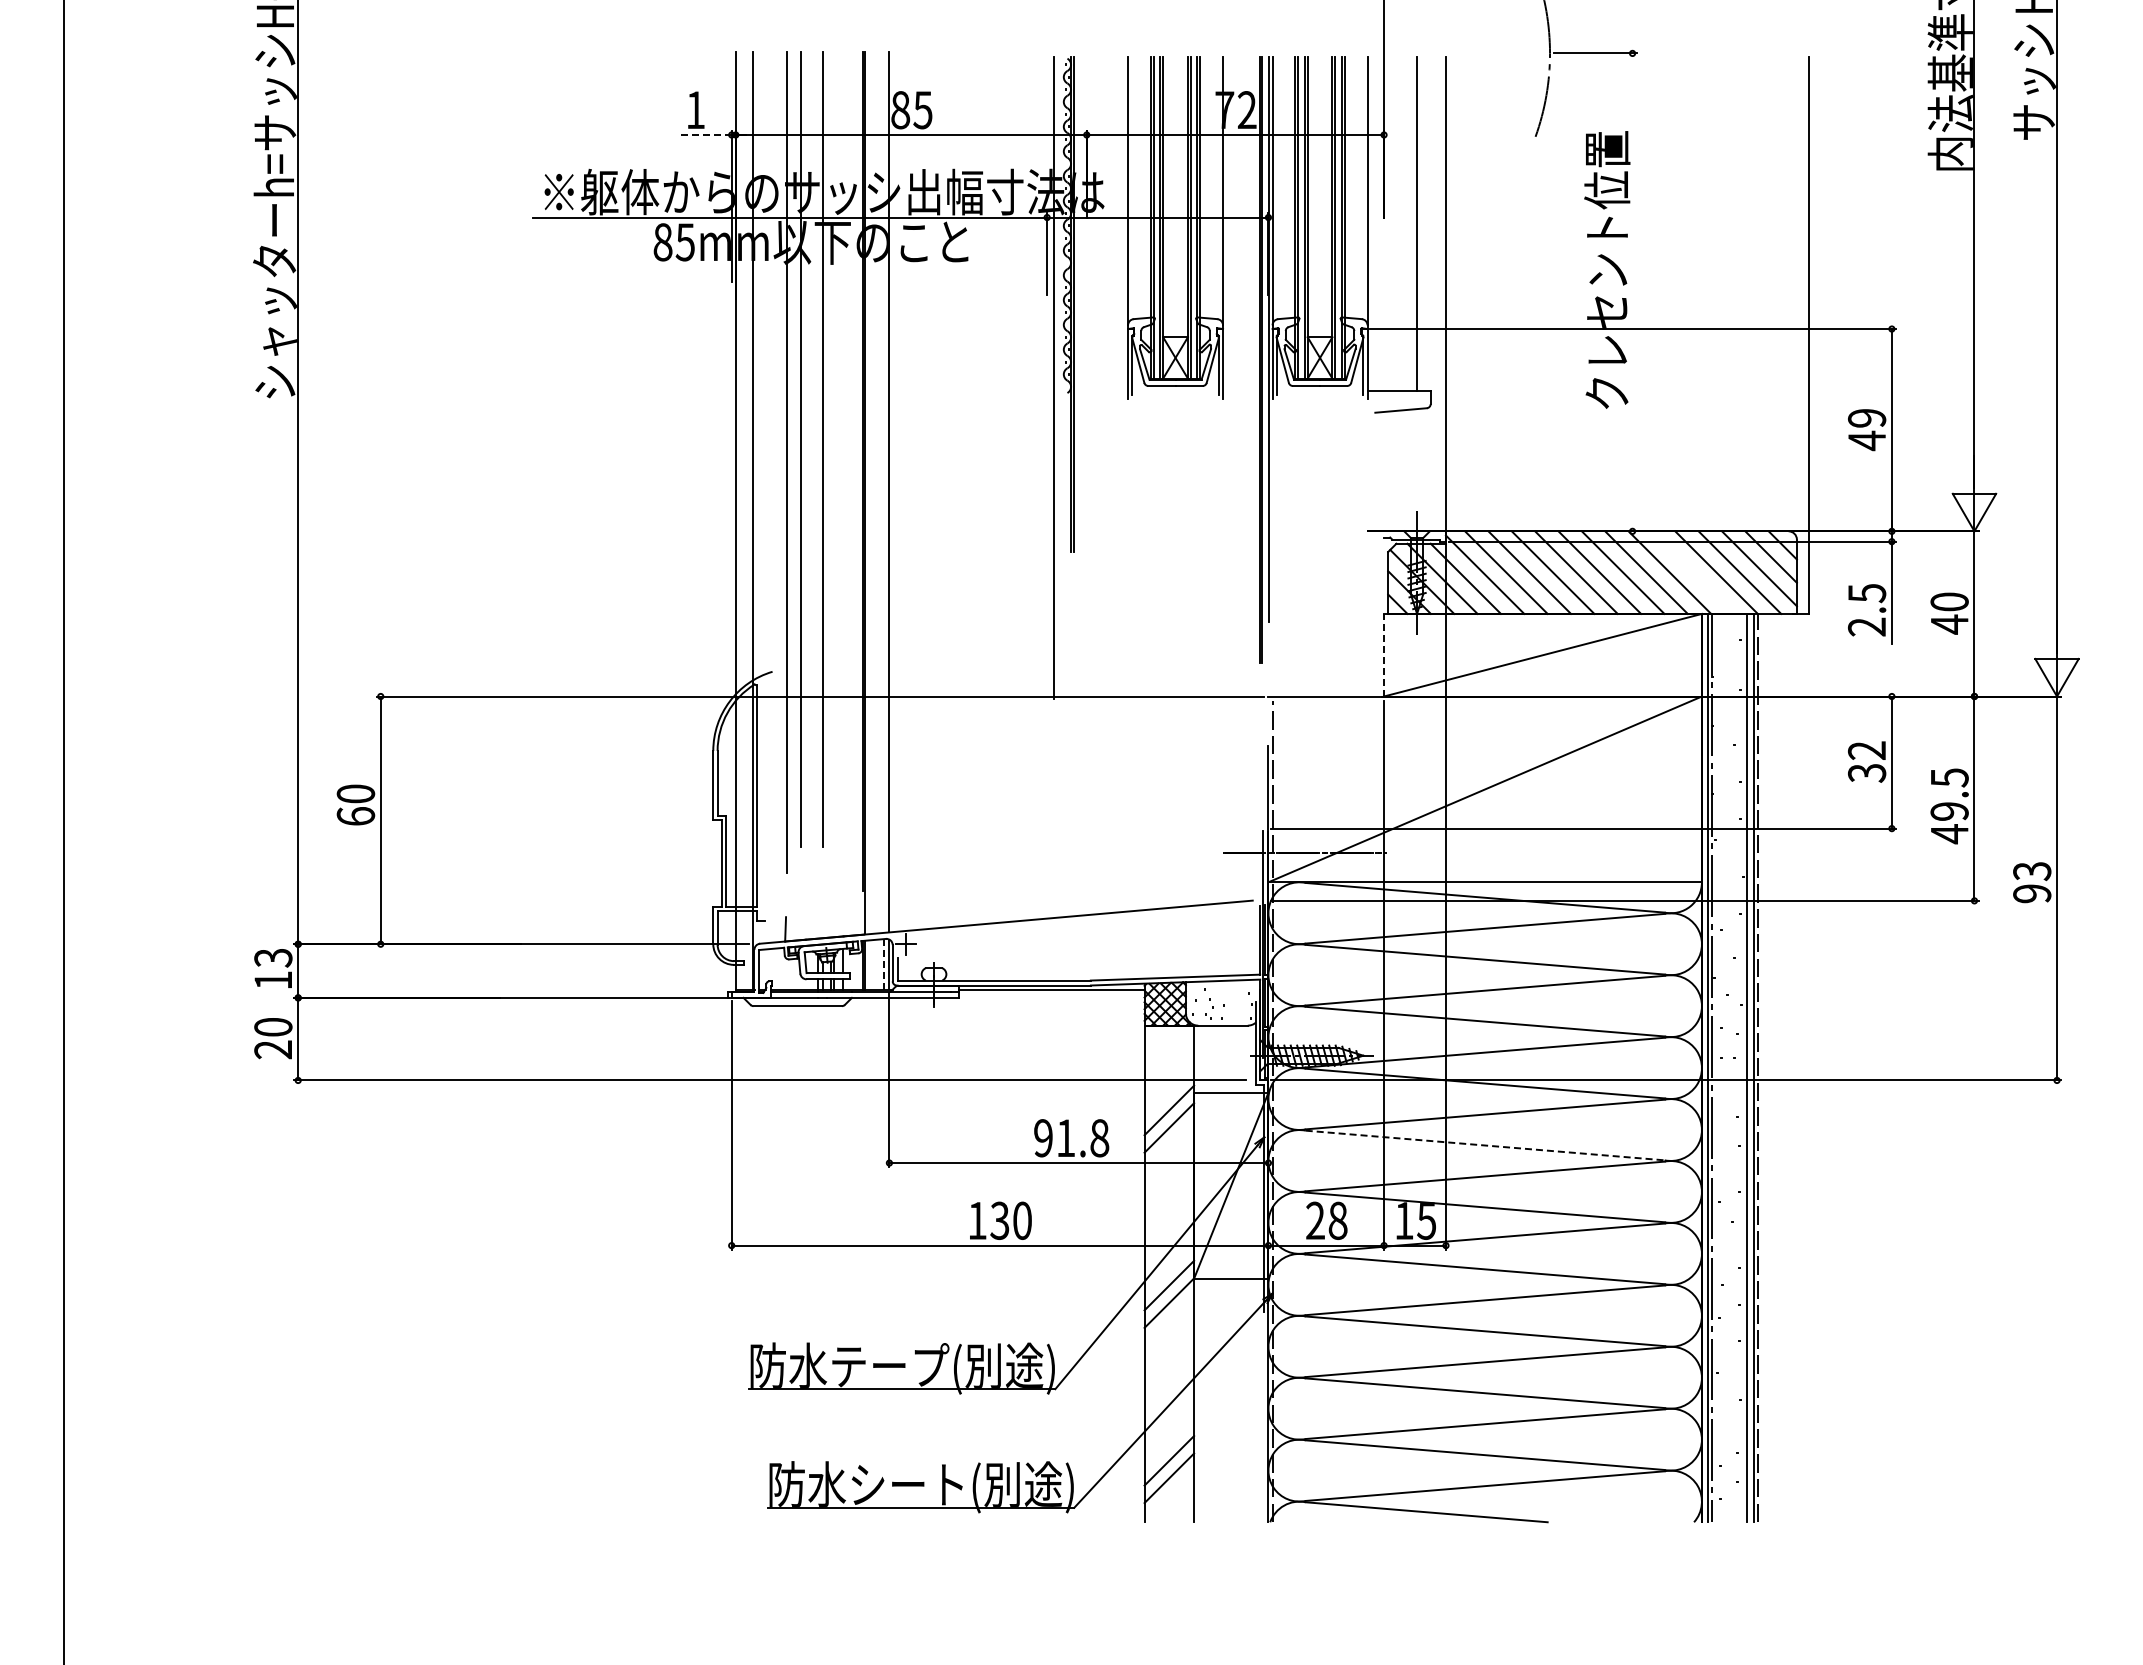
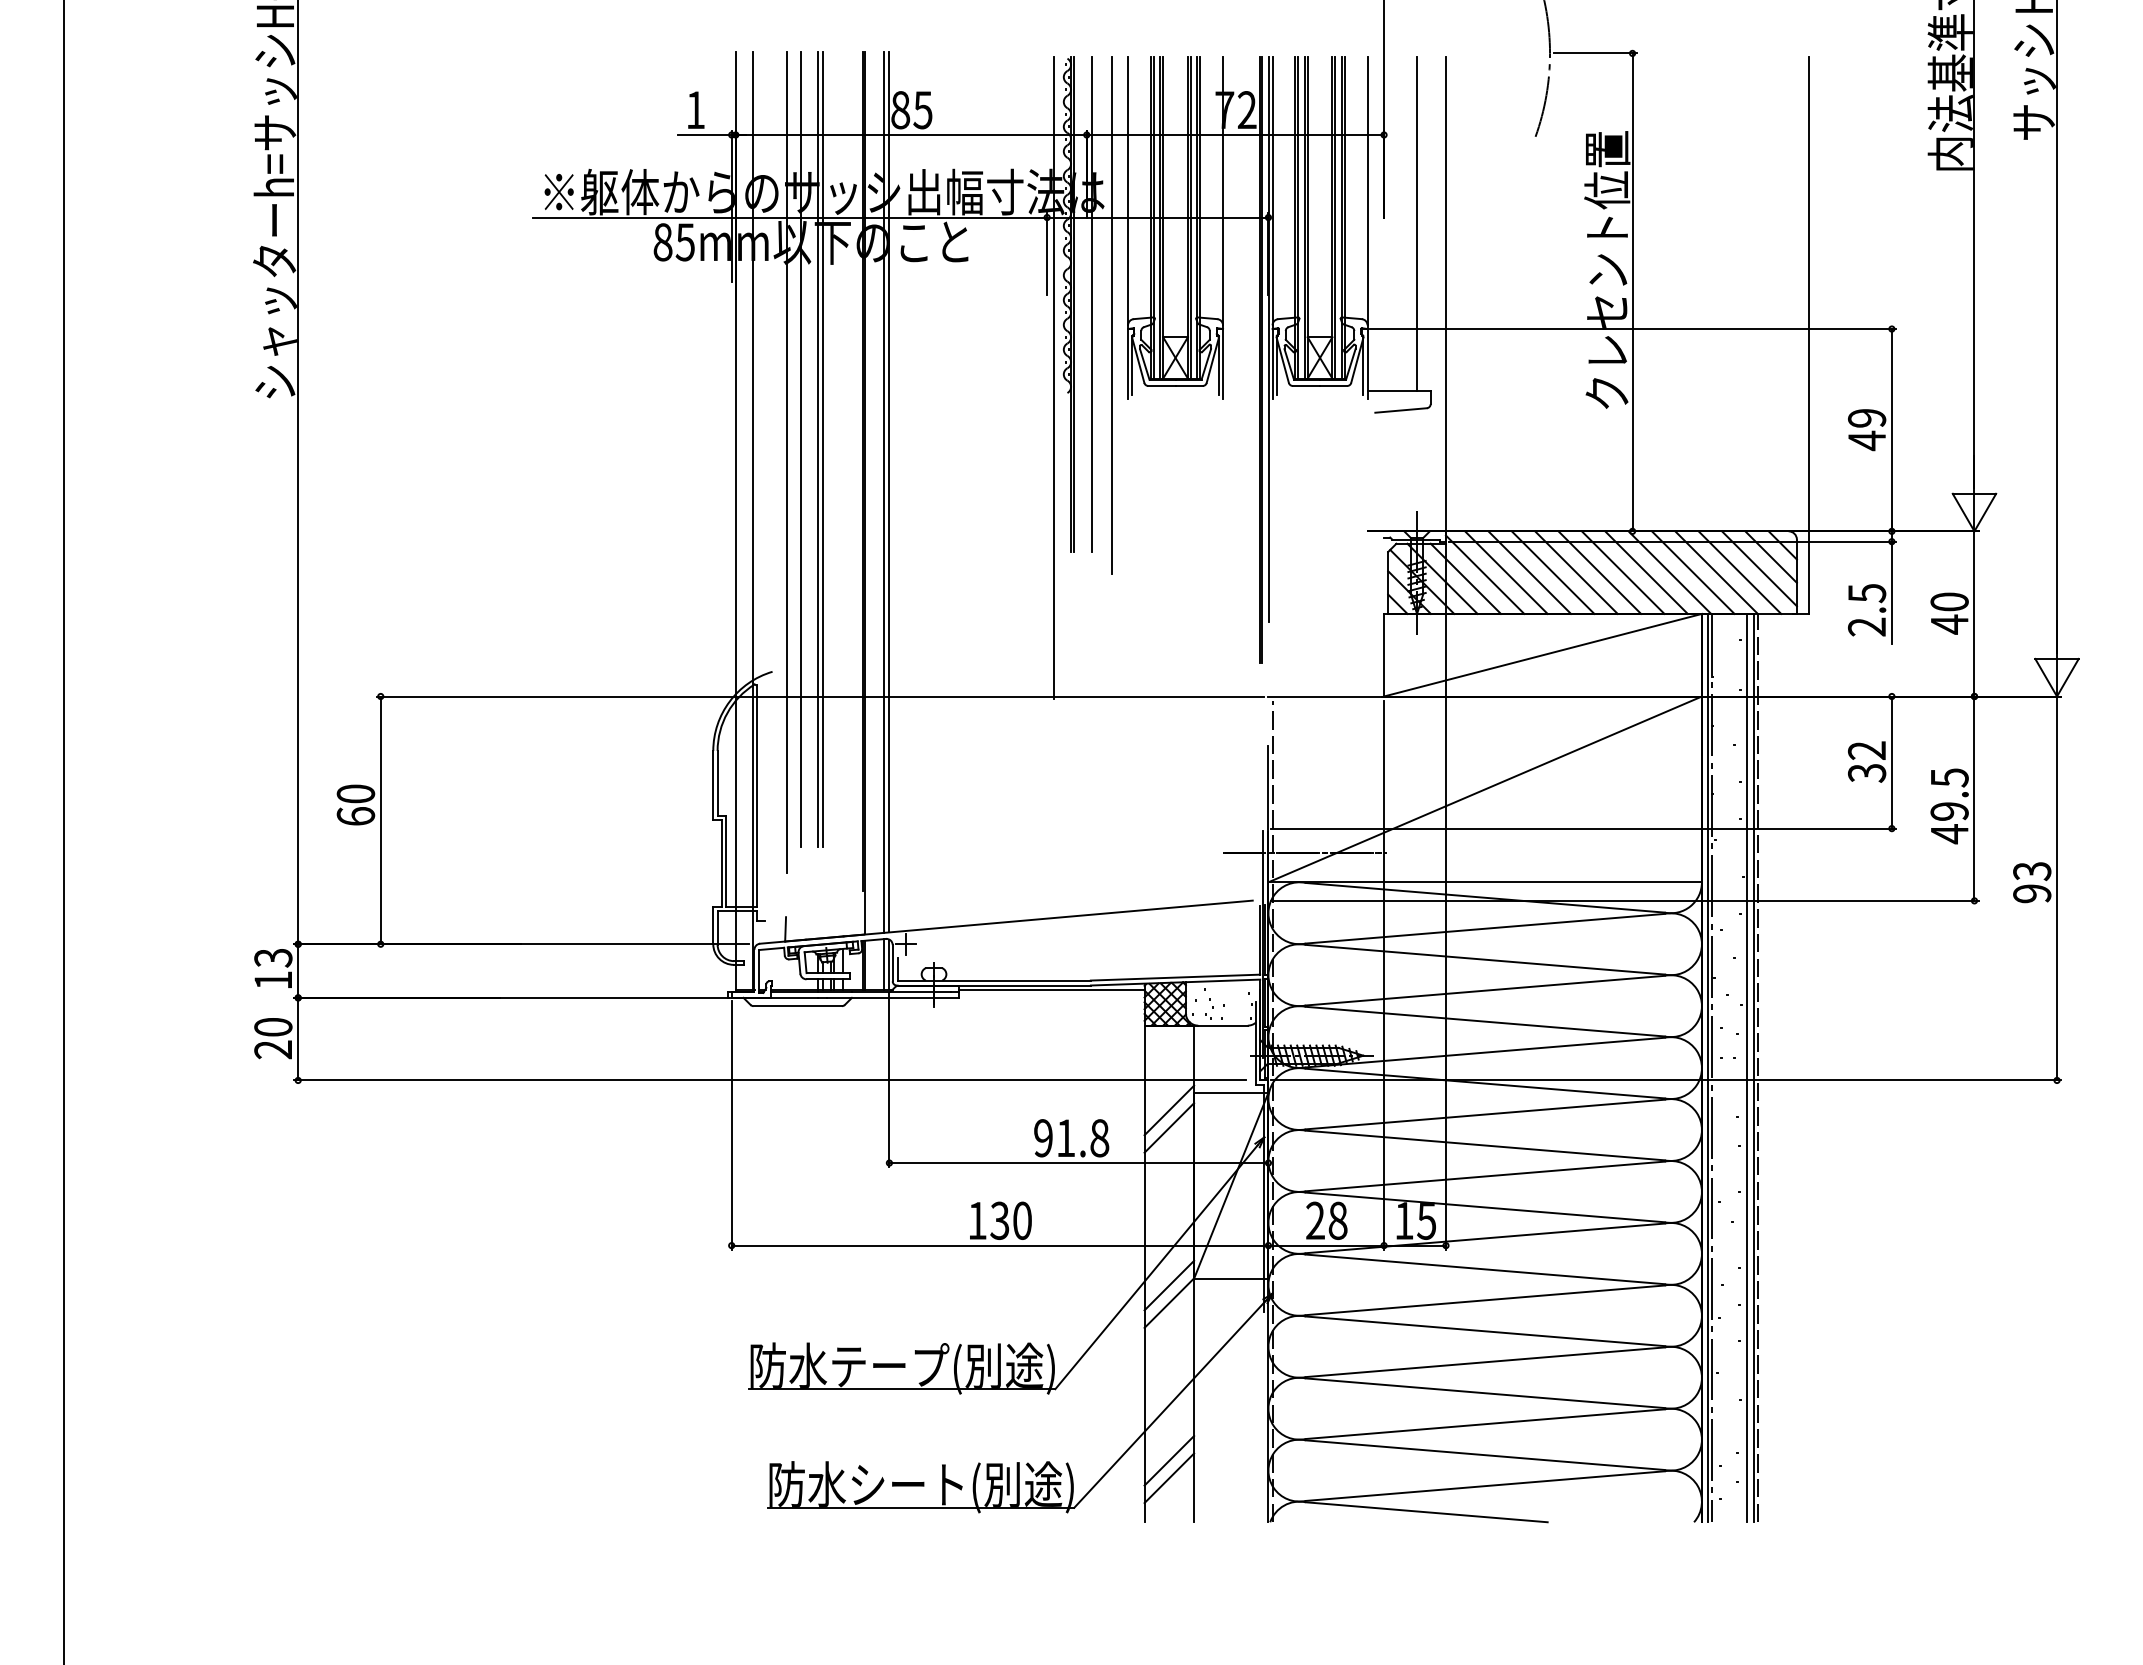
line at (705, 134): dashed -> solid
line at (1632, 292): none -> present
line at (1091, 304): none -> present
line at (1111, 315): none -> present
line at (818, 449): none -> present
line at (884, 492): none -> present
line at (1692, 572): none -> present
line at (1384, 654): dashed -> solid
line at (884, 963): dashed -> solid
line at (1485, 1145): dashed -> solid
